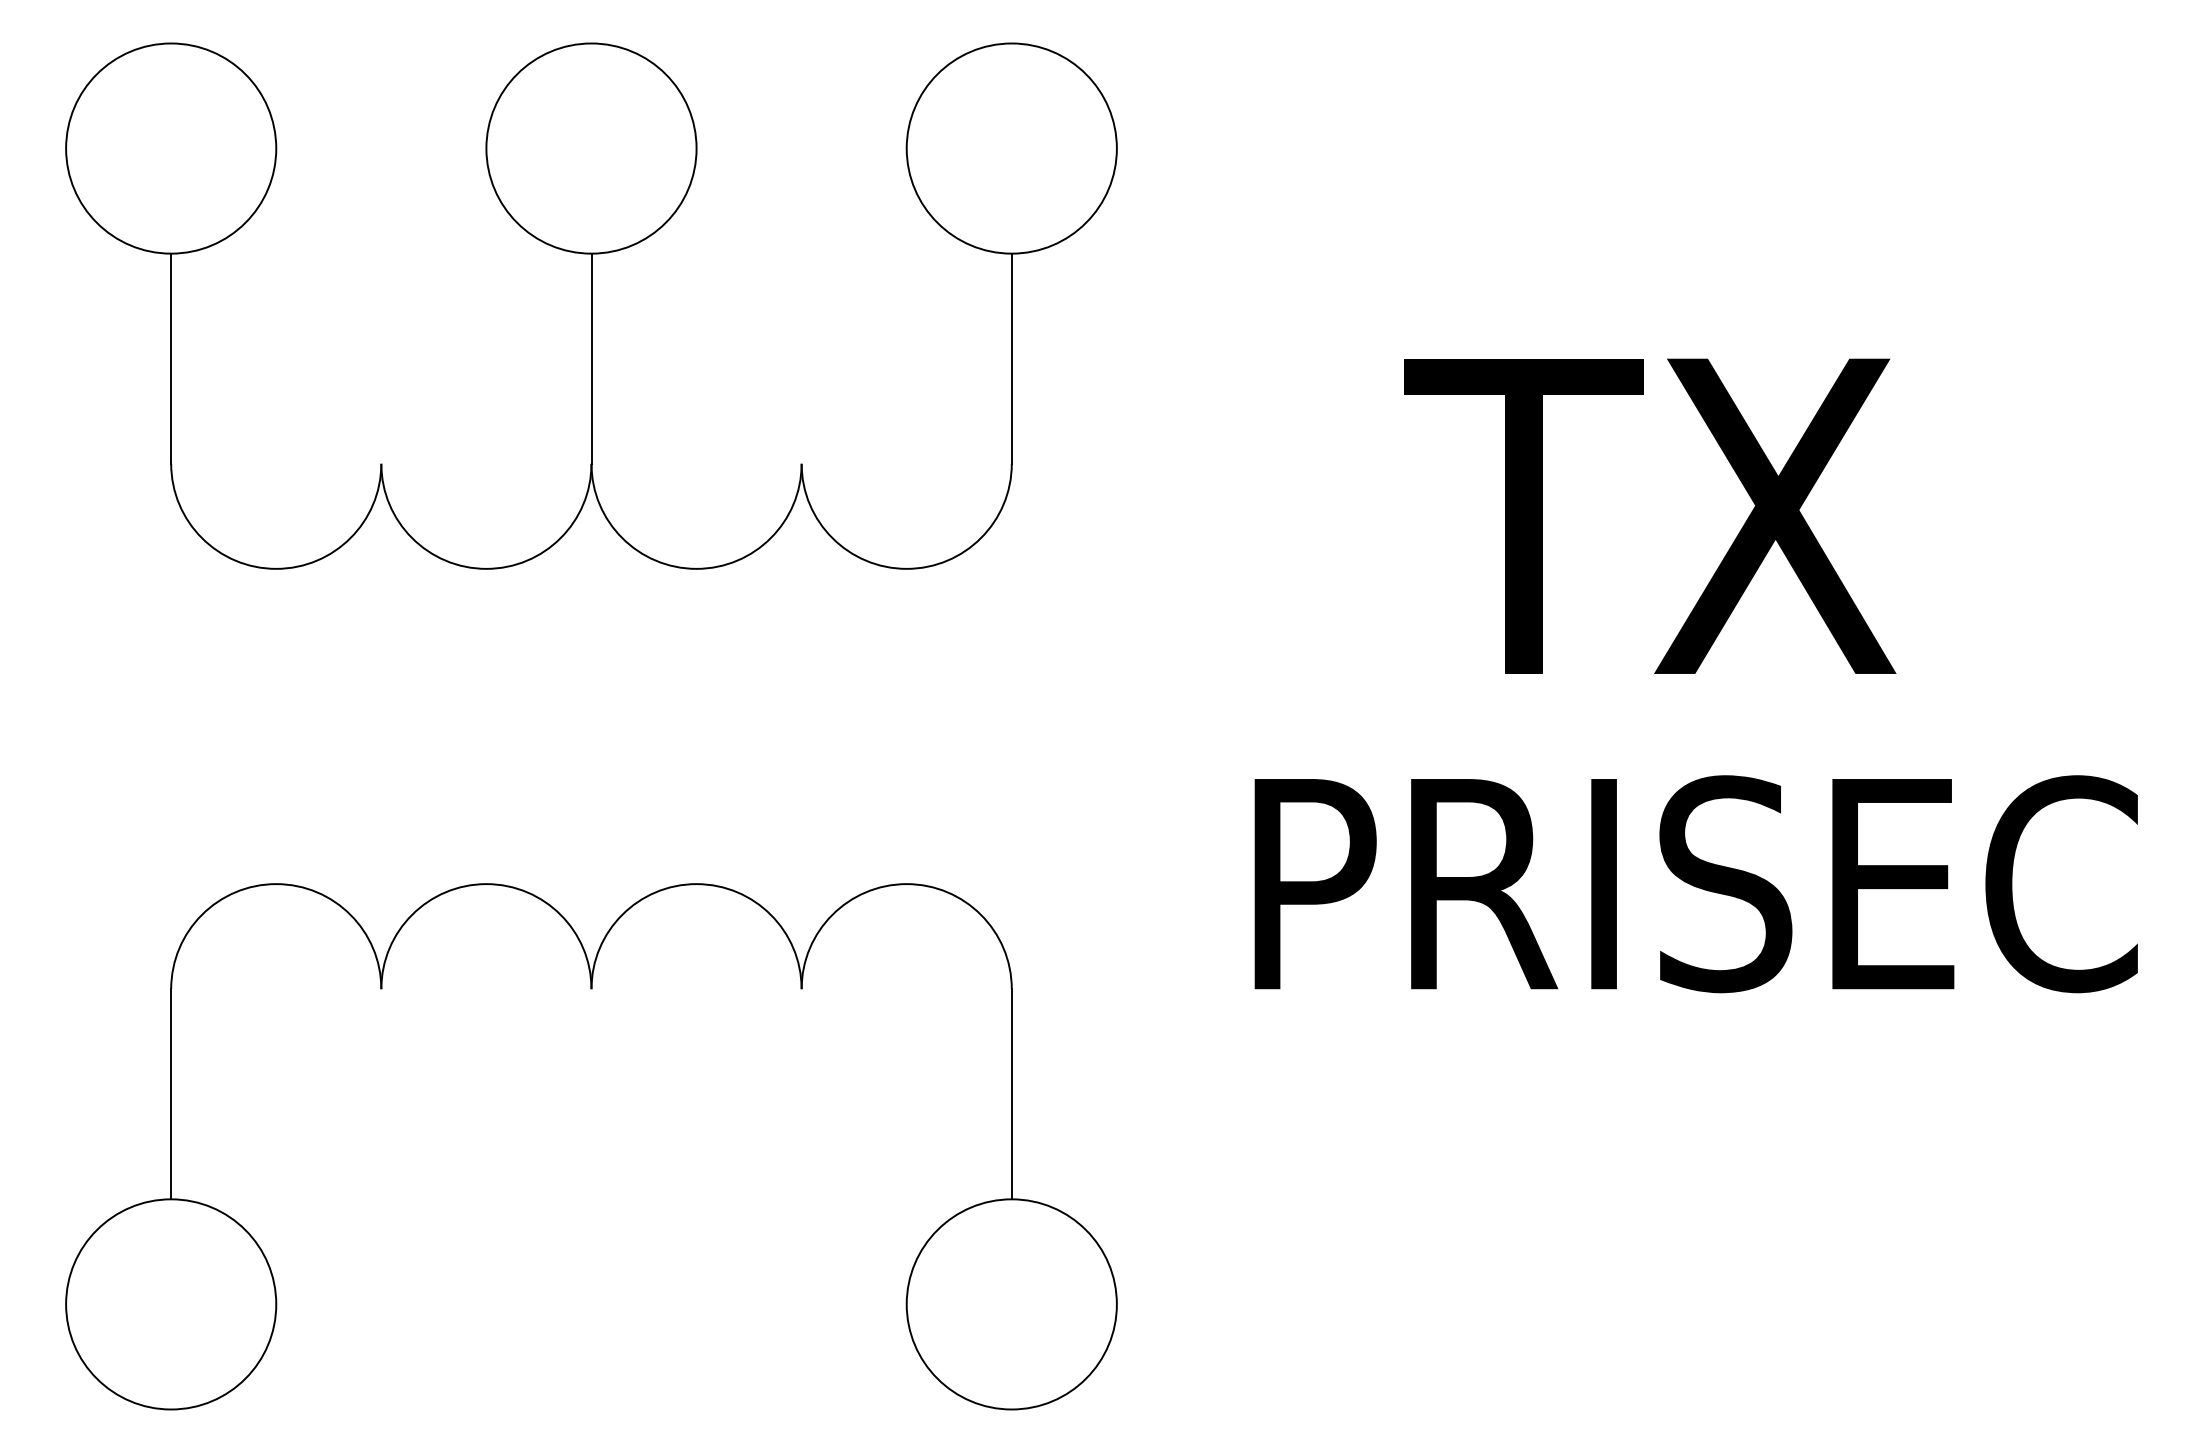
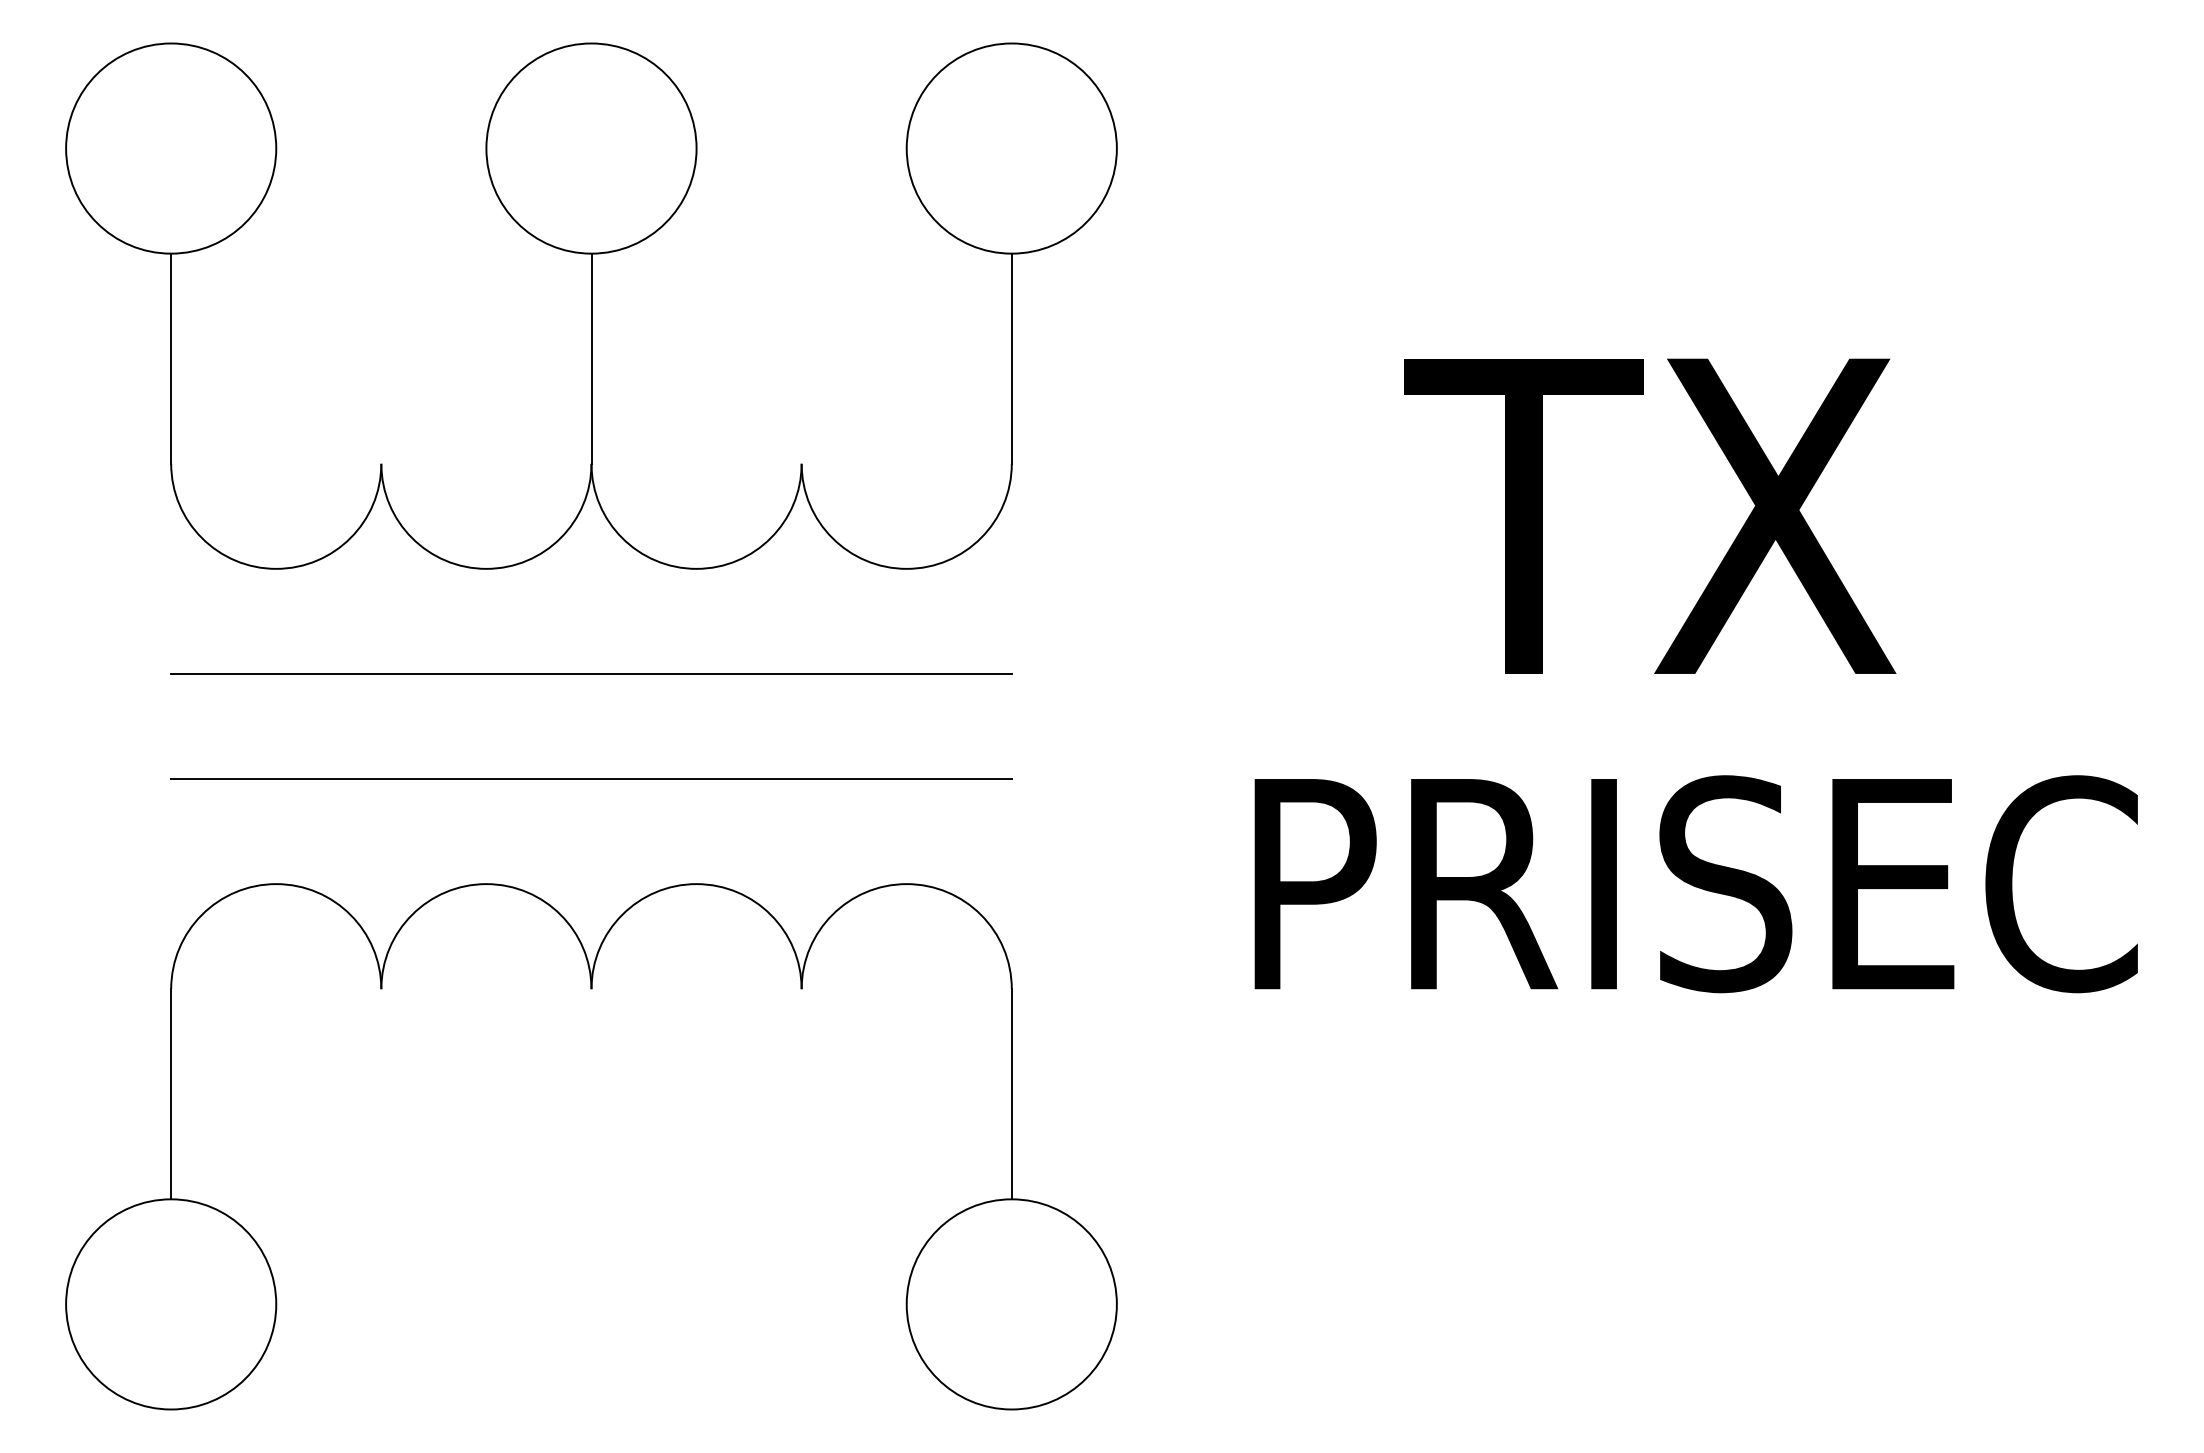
line at (591, 673): none -> present
line at (591, 779): none -> present
